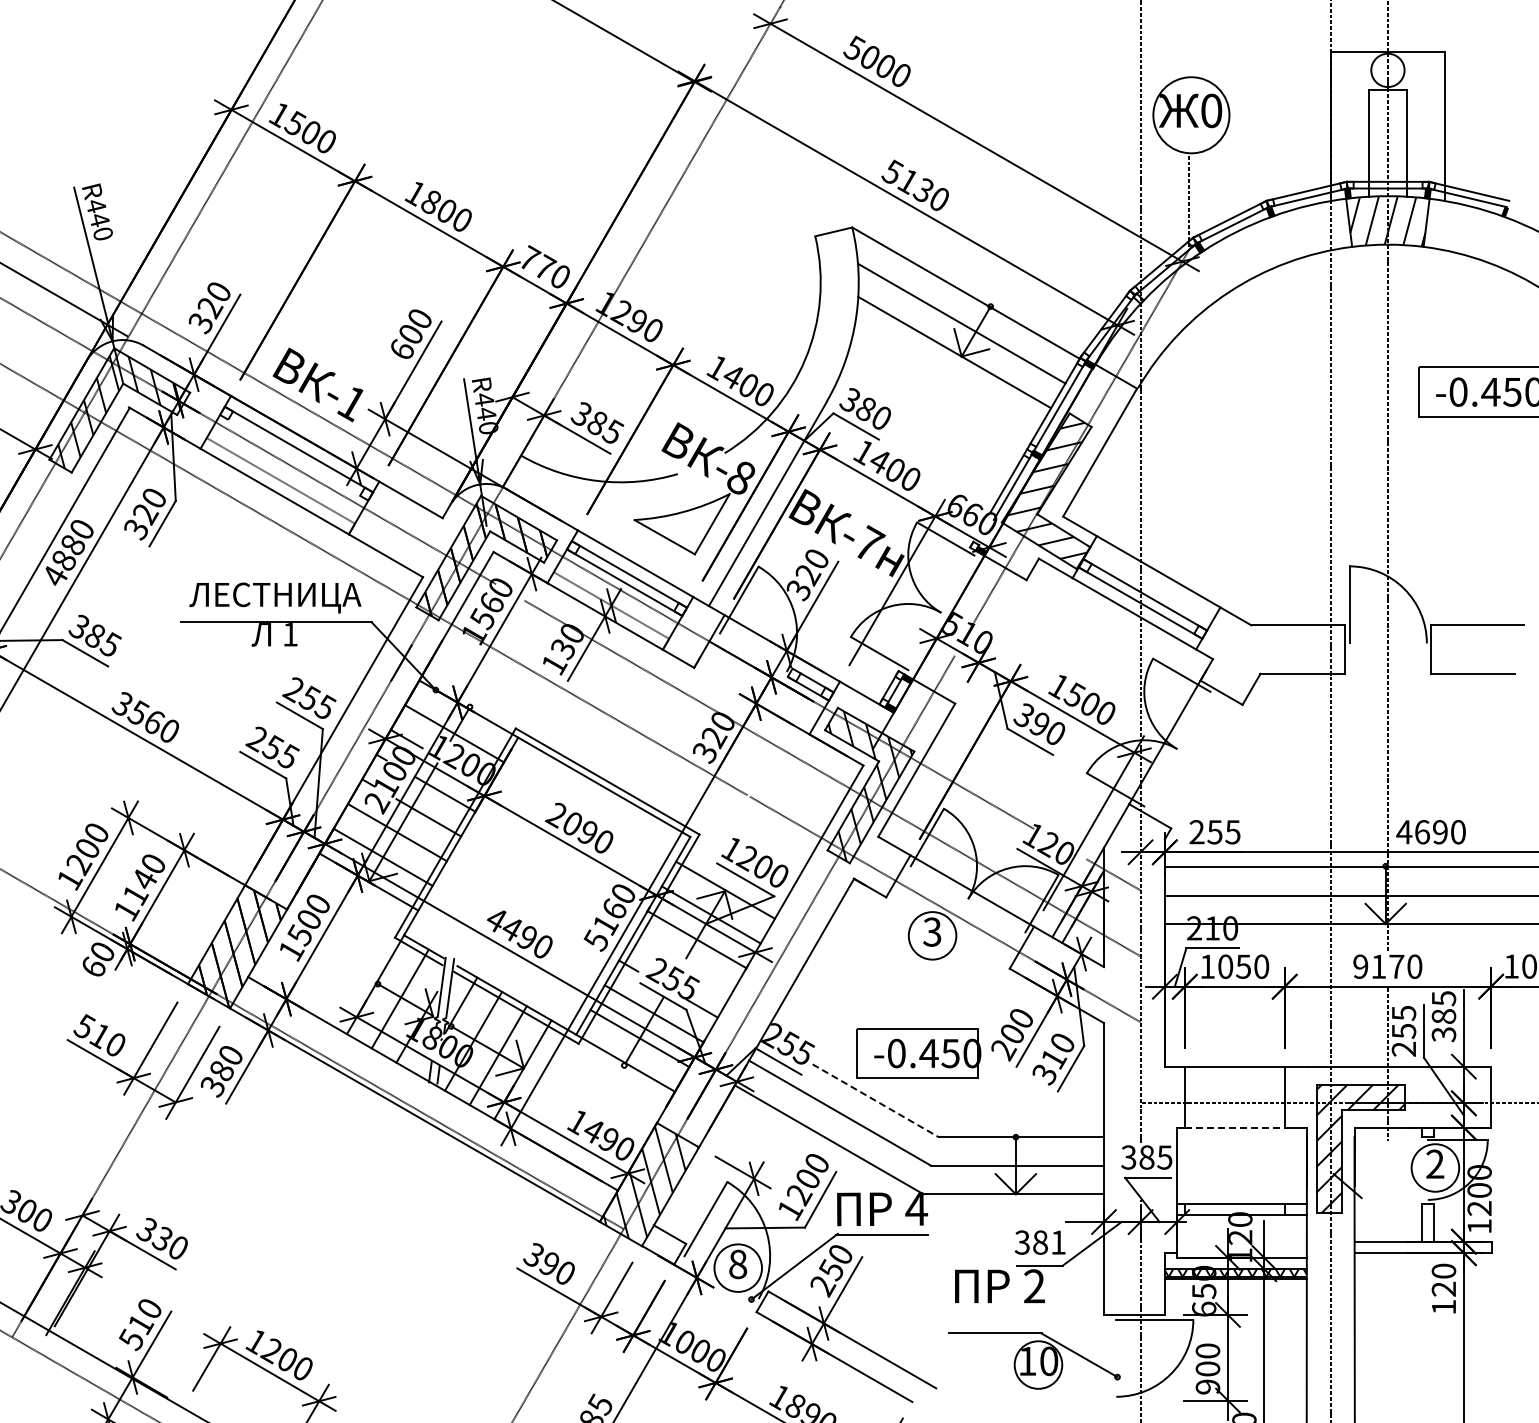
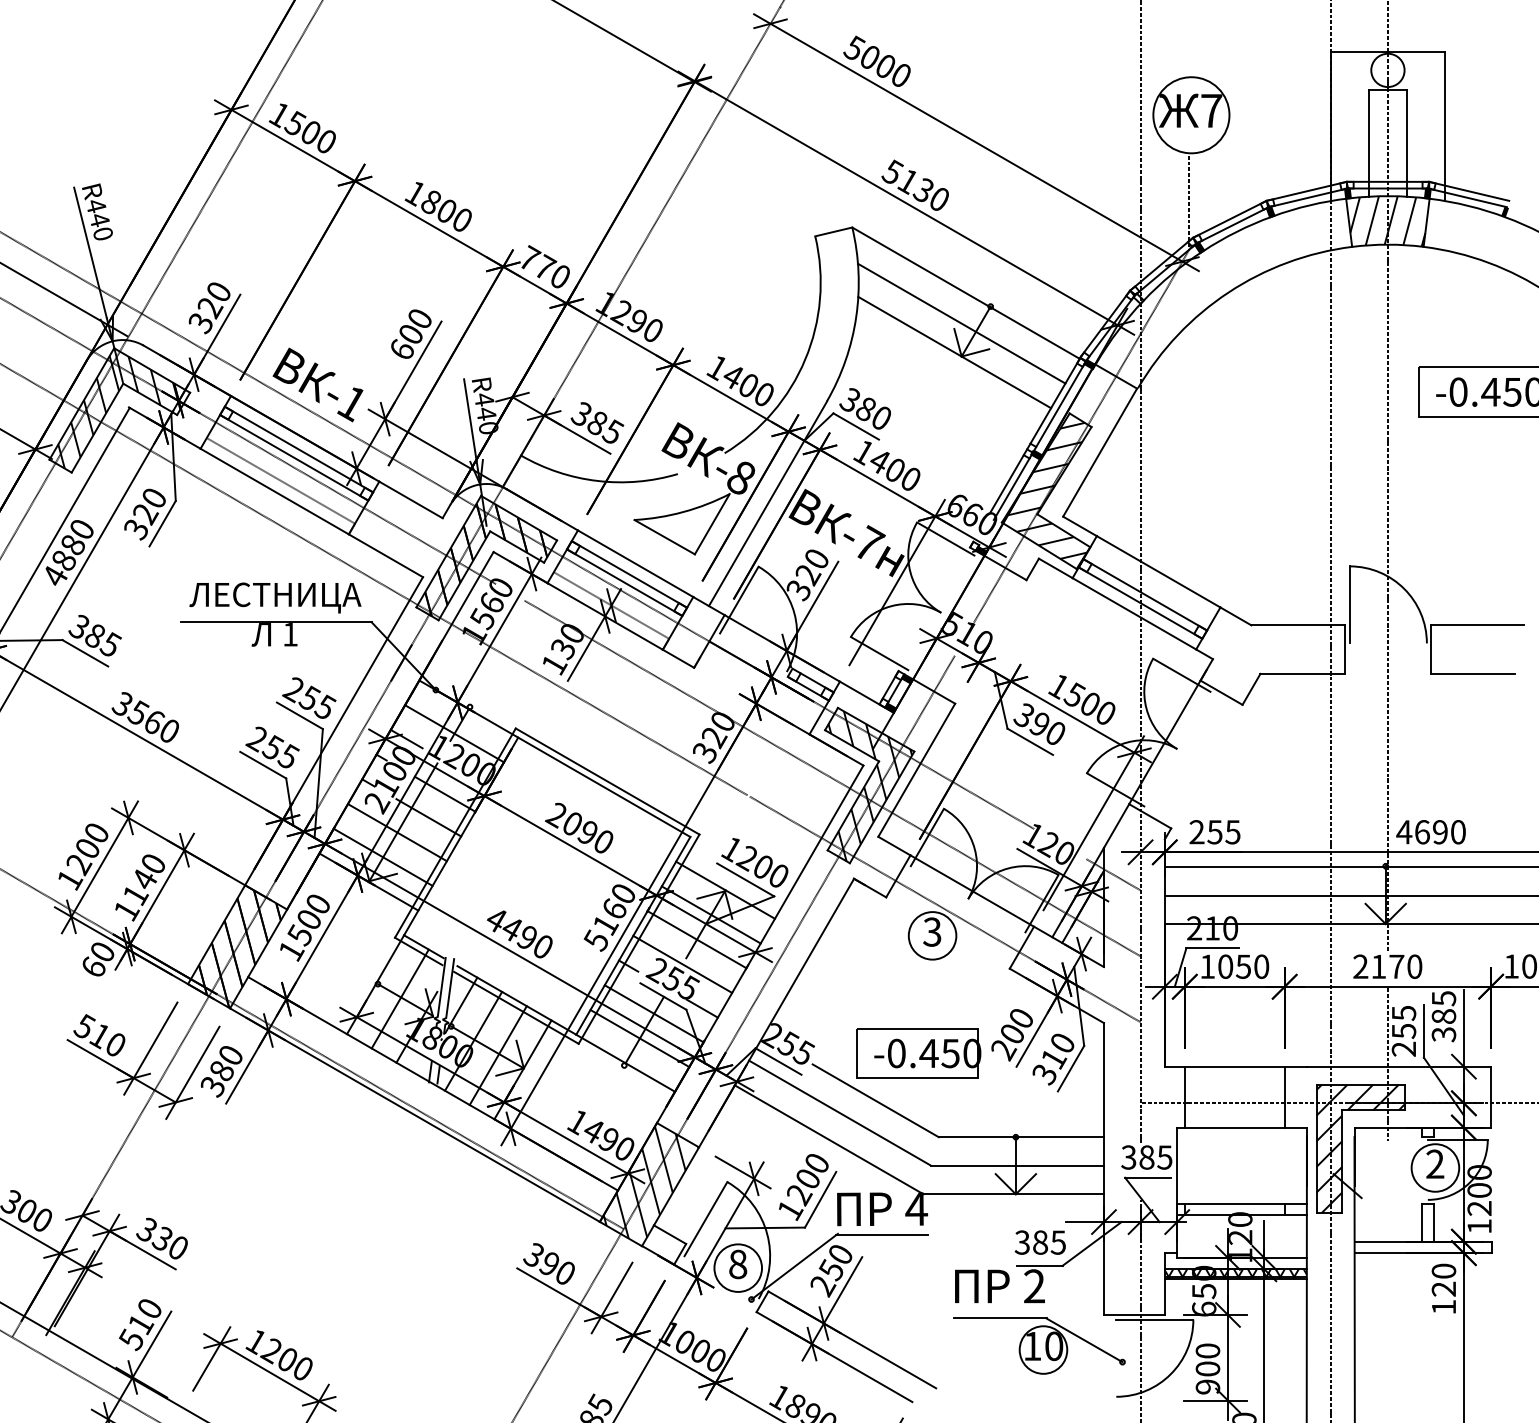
text at (1211, 110): 0 -> 7
line at (294, 457): none -> present
line at (682, 963): none -> present
text at (1360, 966): 9170 -> 2170
line at (875, 1100): dashed -> solid
line at (1234, 1127): dashed -> solid
text at (1057, 1242): 381 -> 385
part at (1034, 1360) position: (1034, 1360) -> (1039, 1345)
